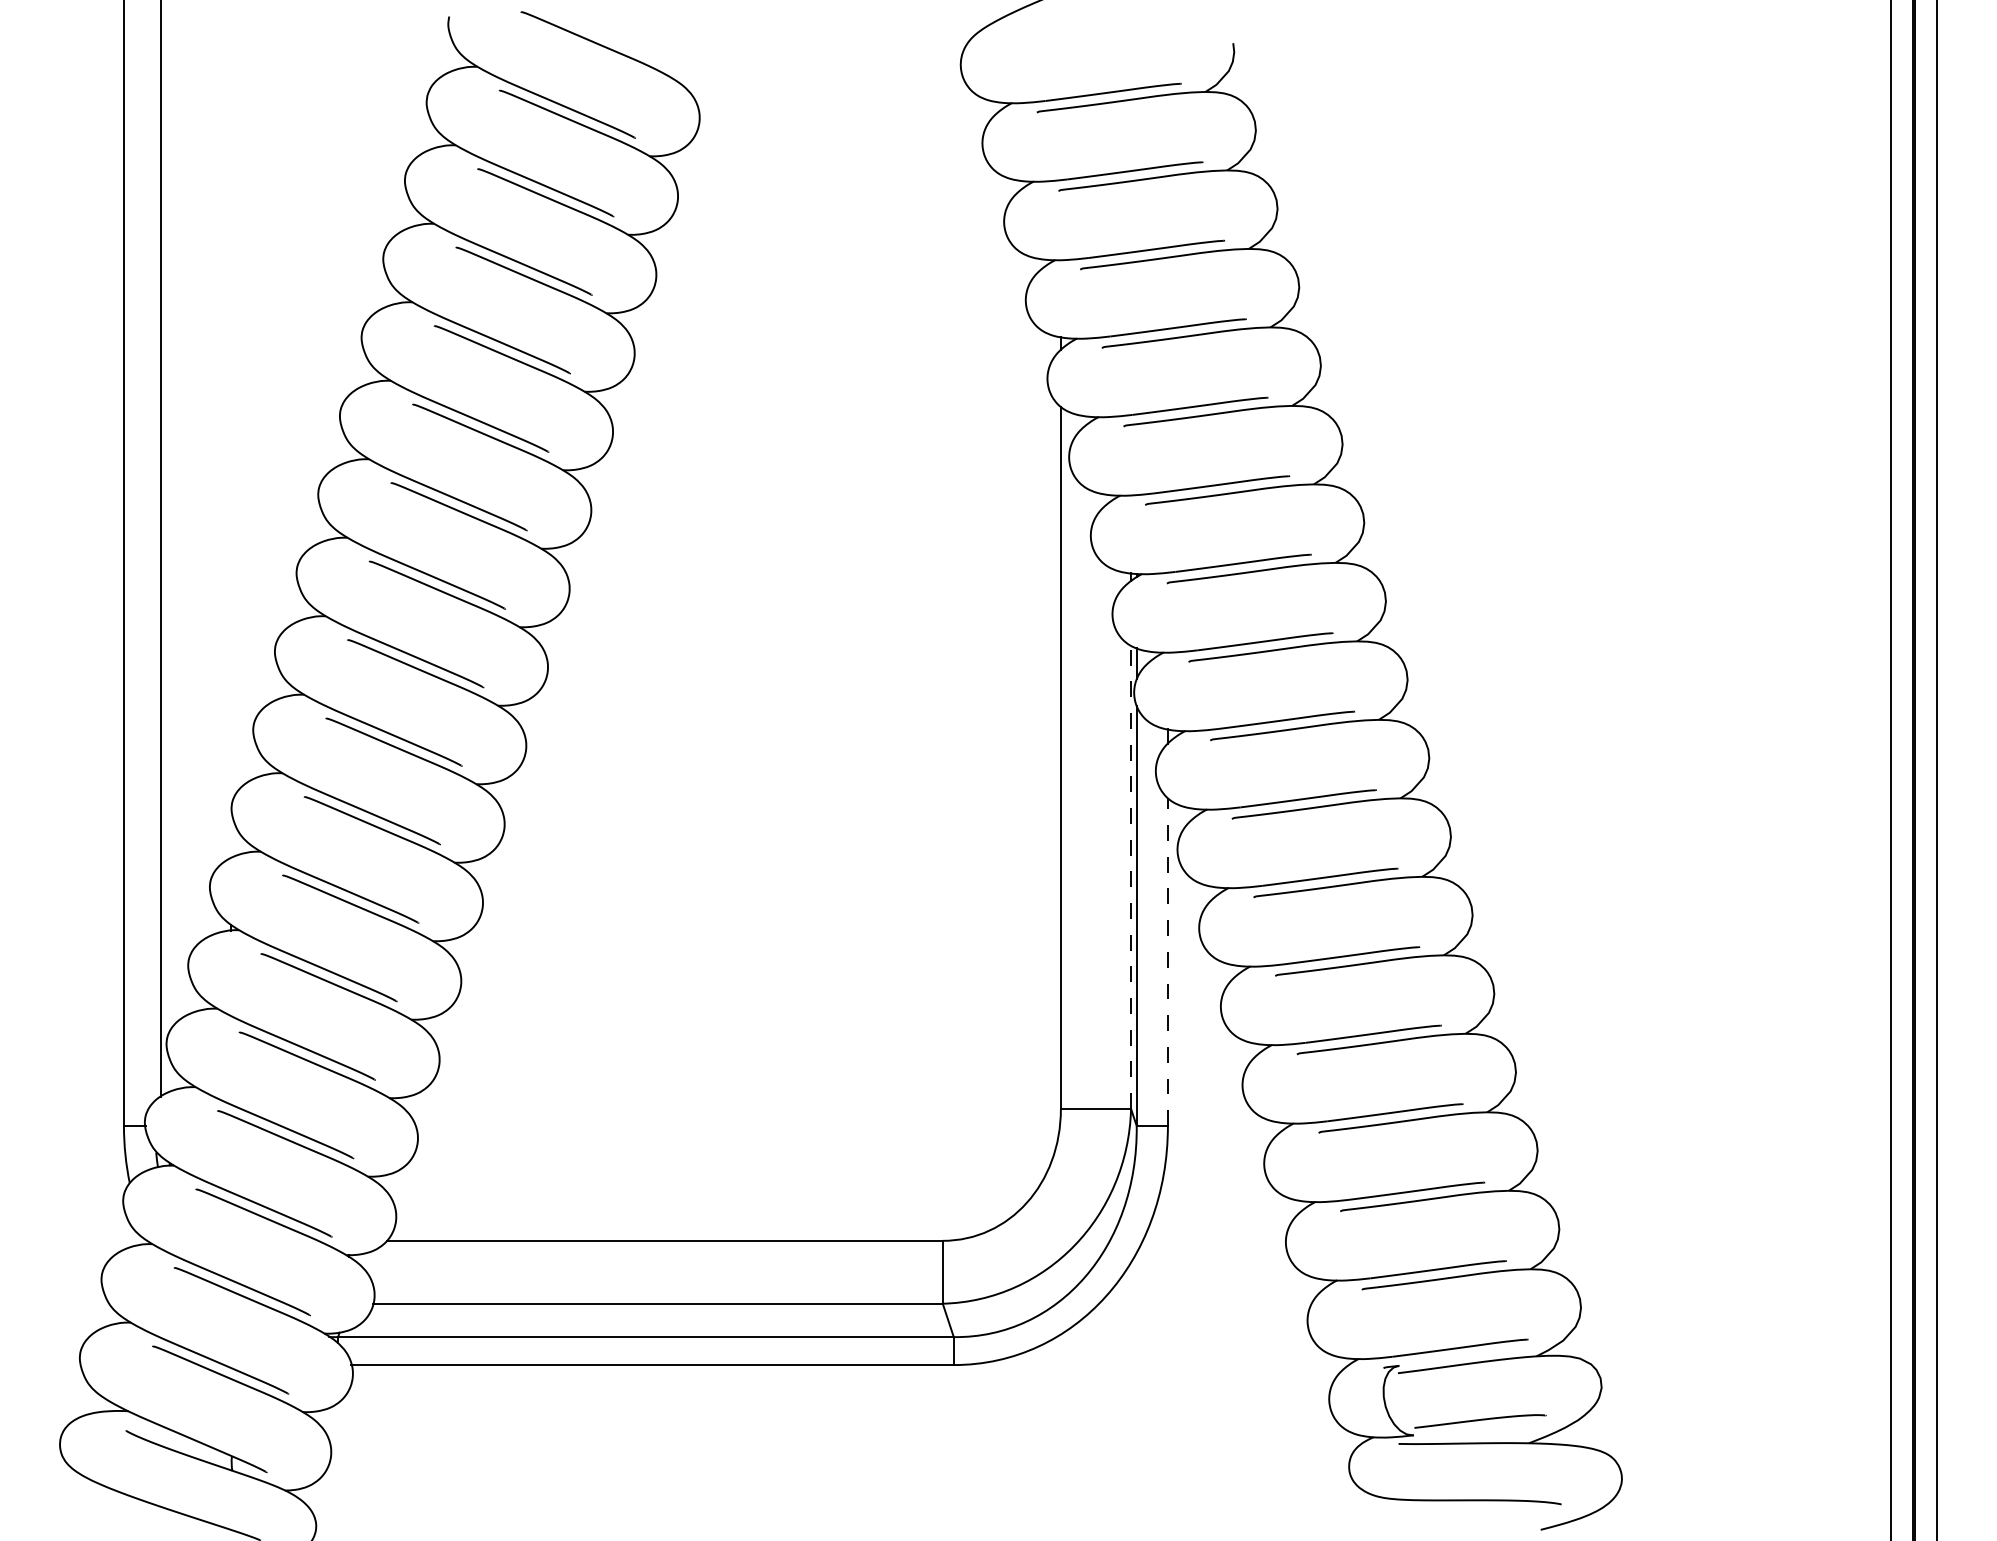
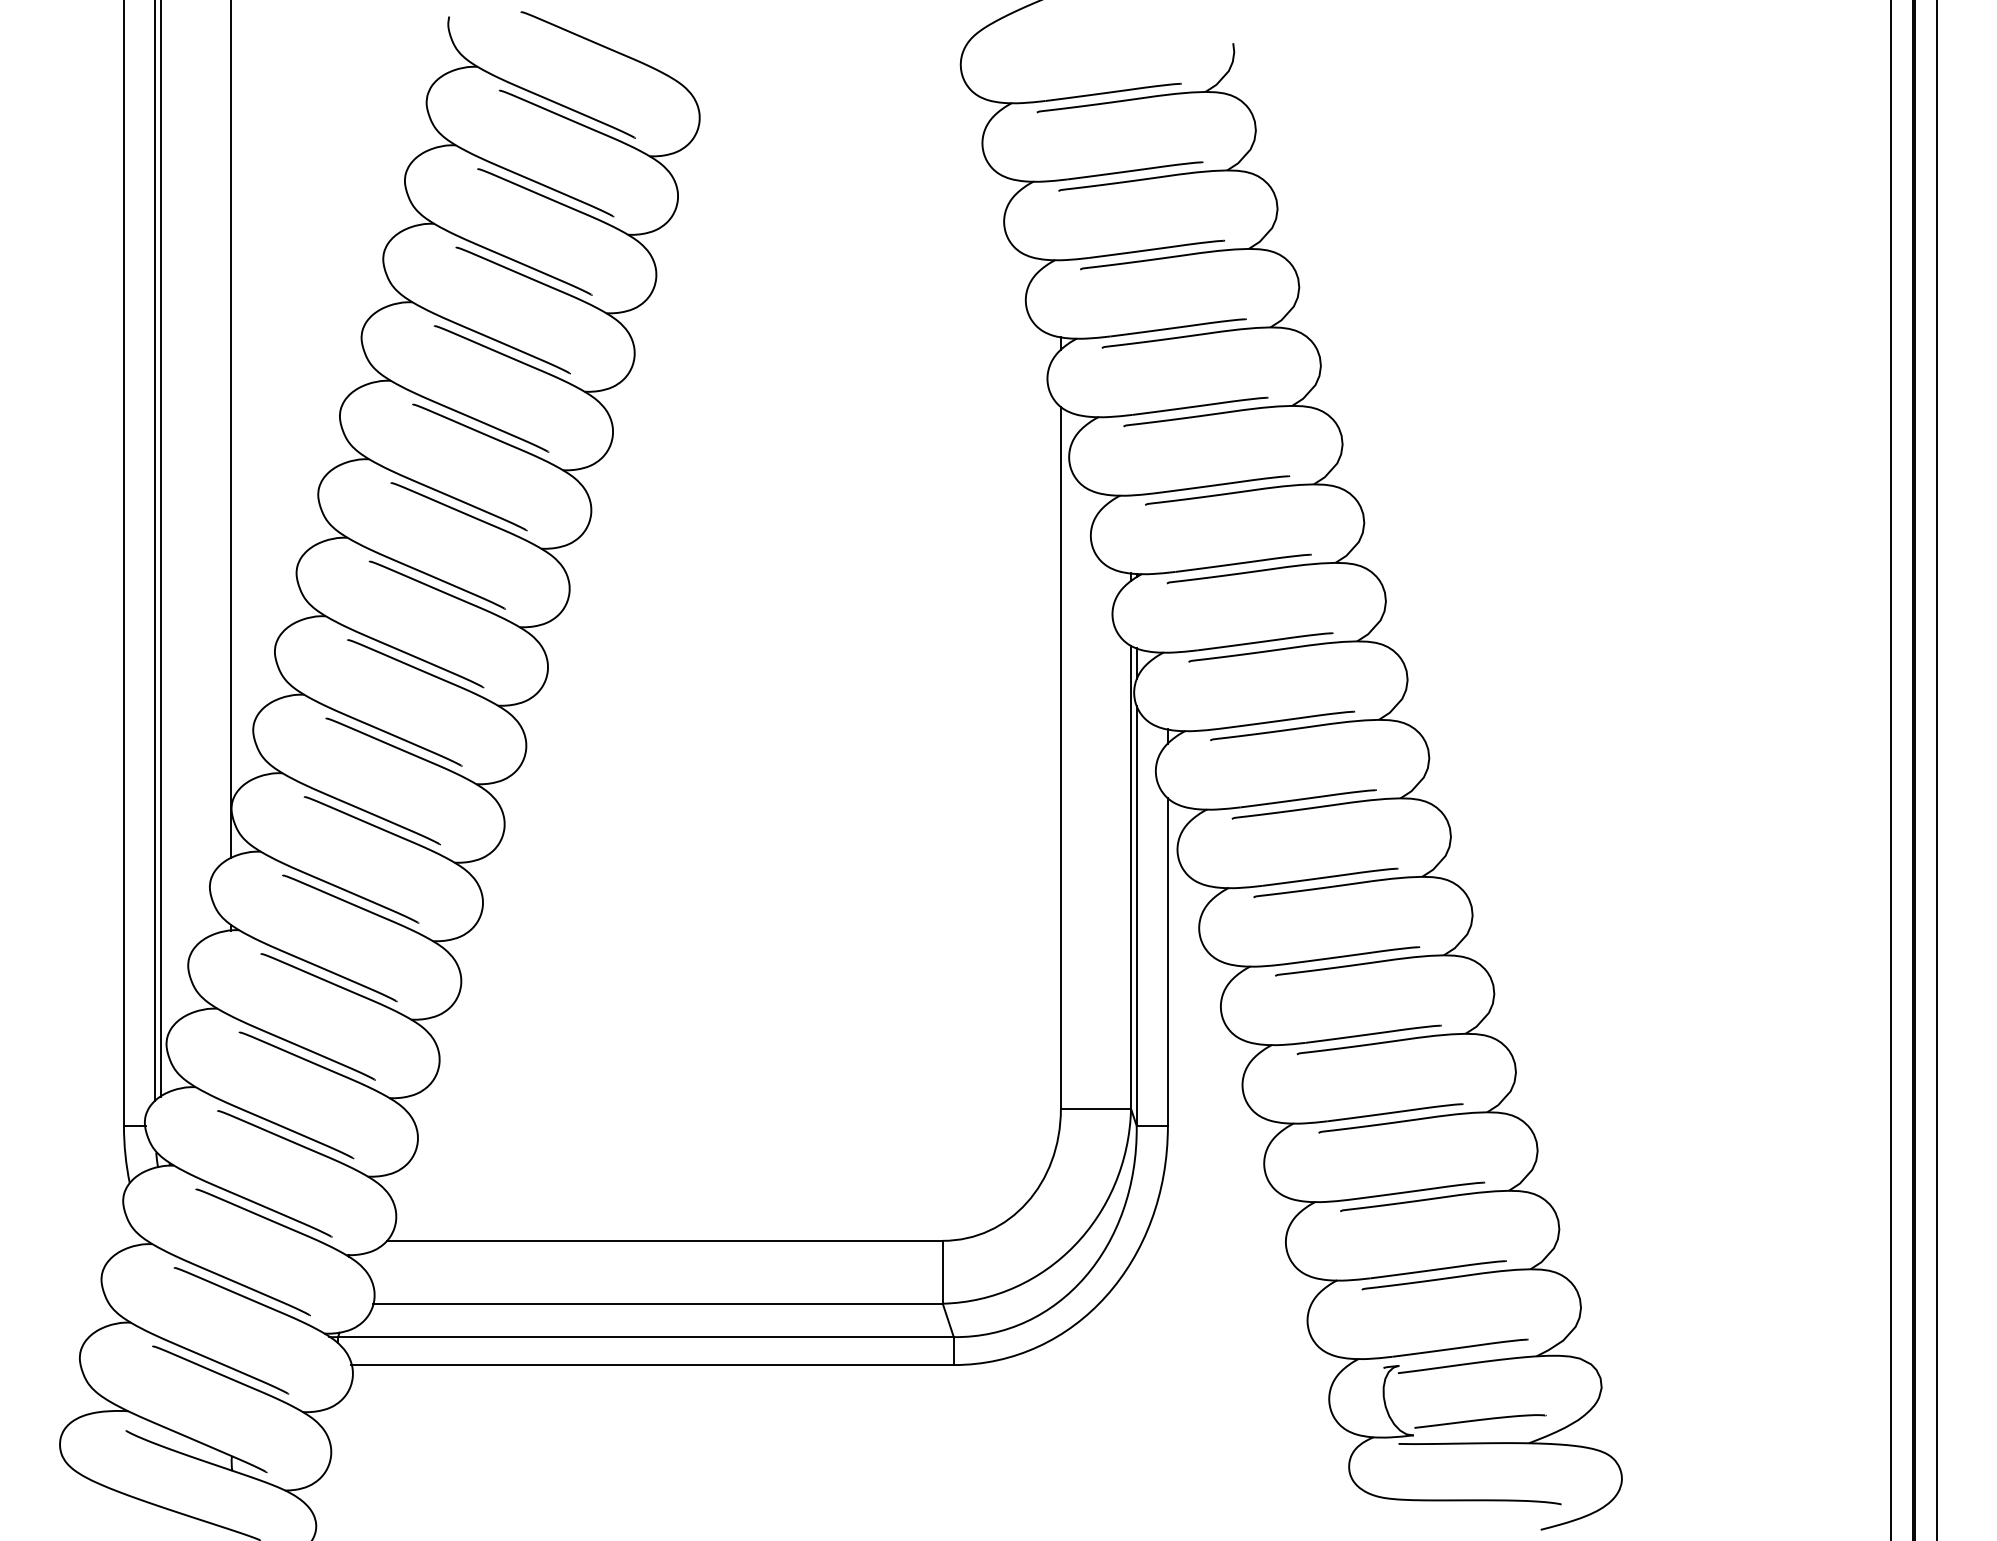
line at (230, 430): none -> present
line at (155, 551): none -> present
line at (1131, 877): dashed -> solid
line at (1167, 961): dashed -> solid
